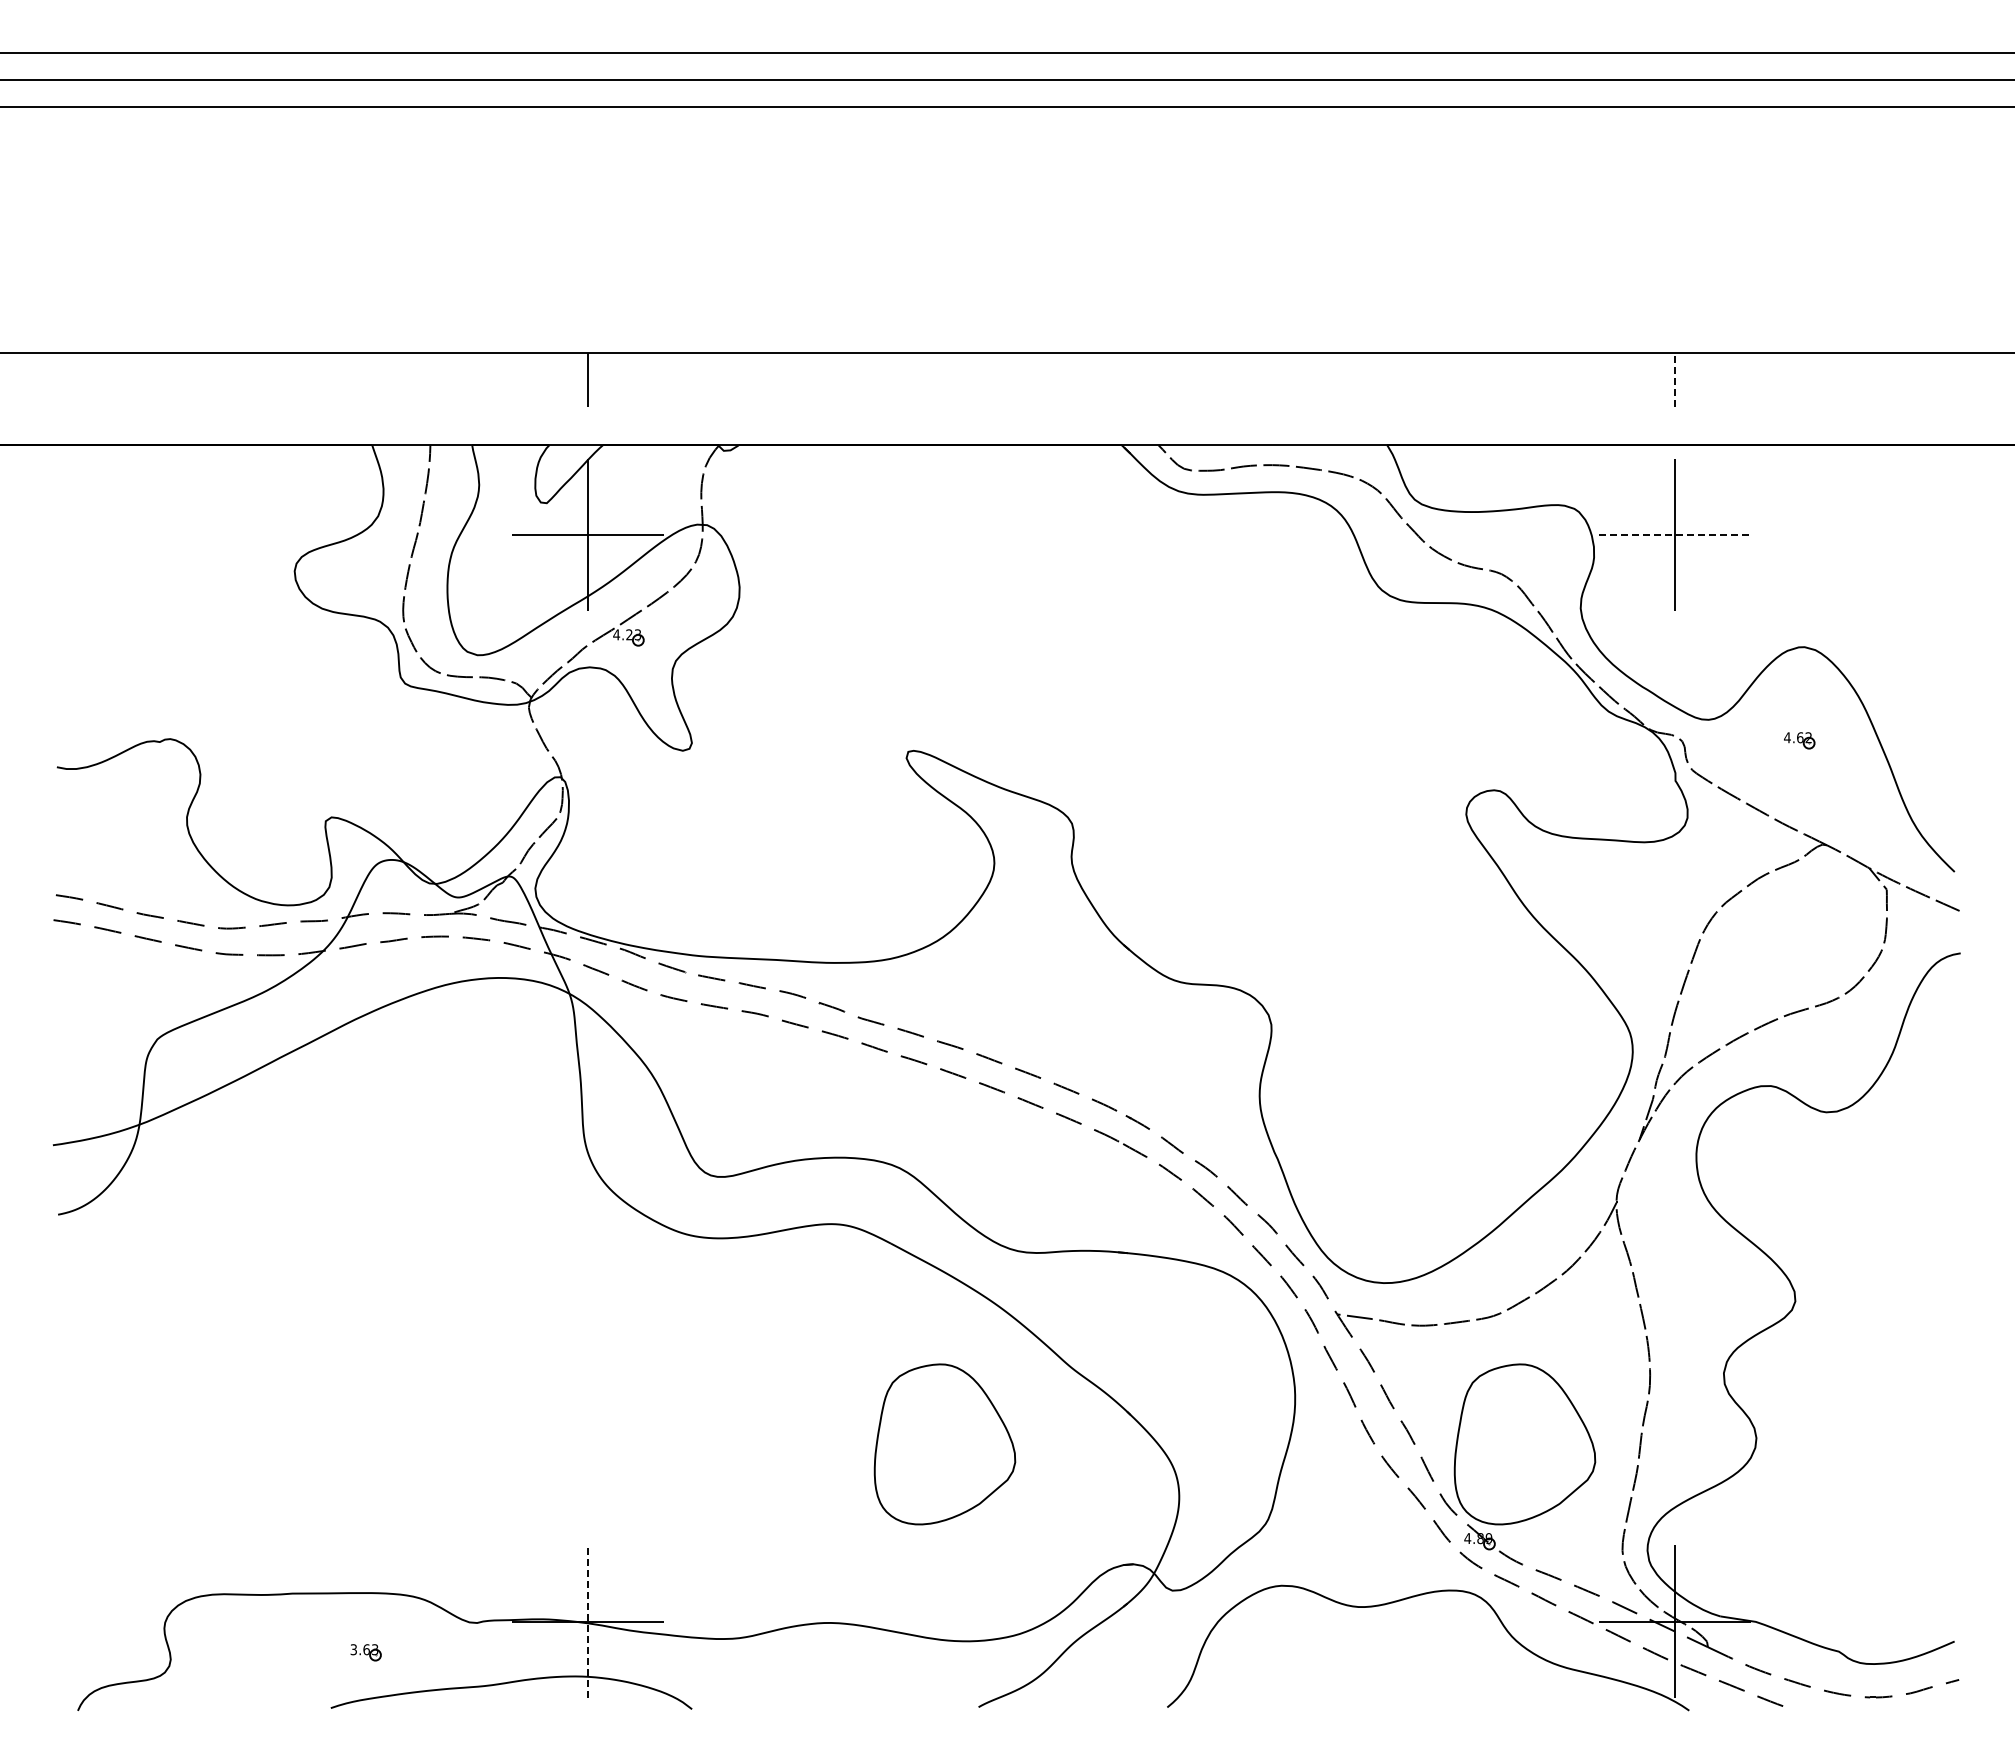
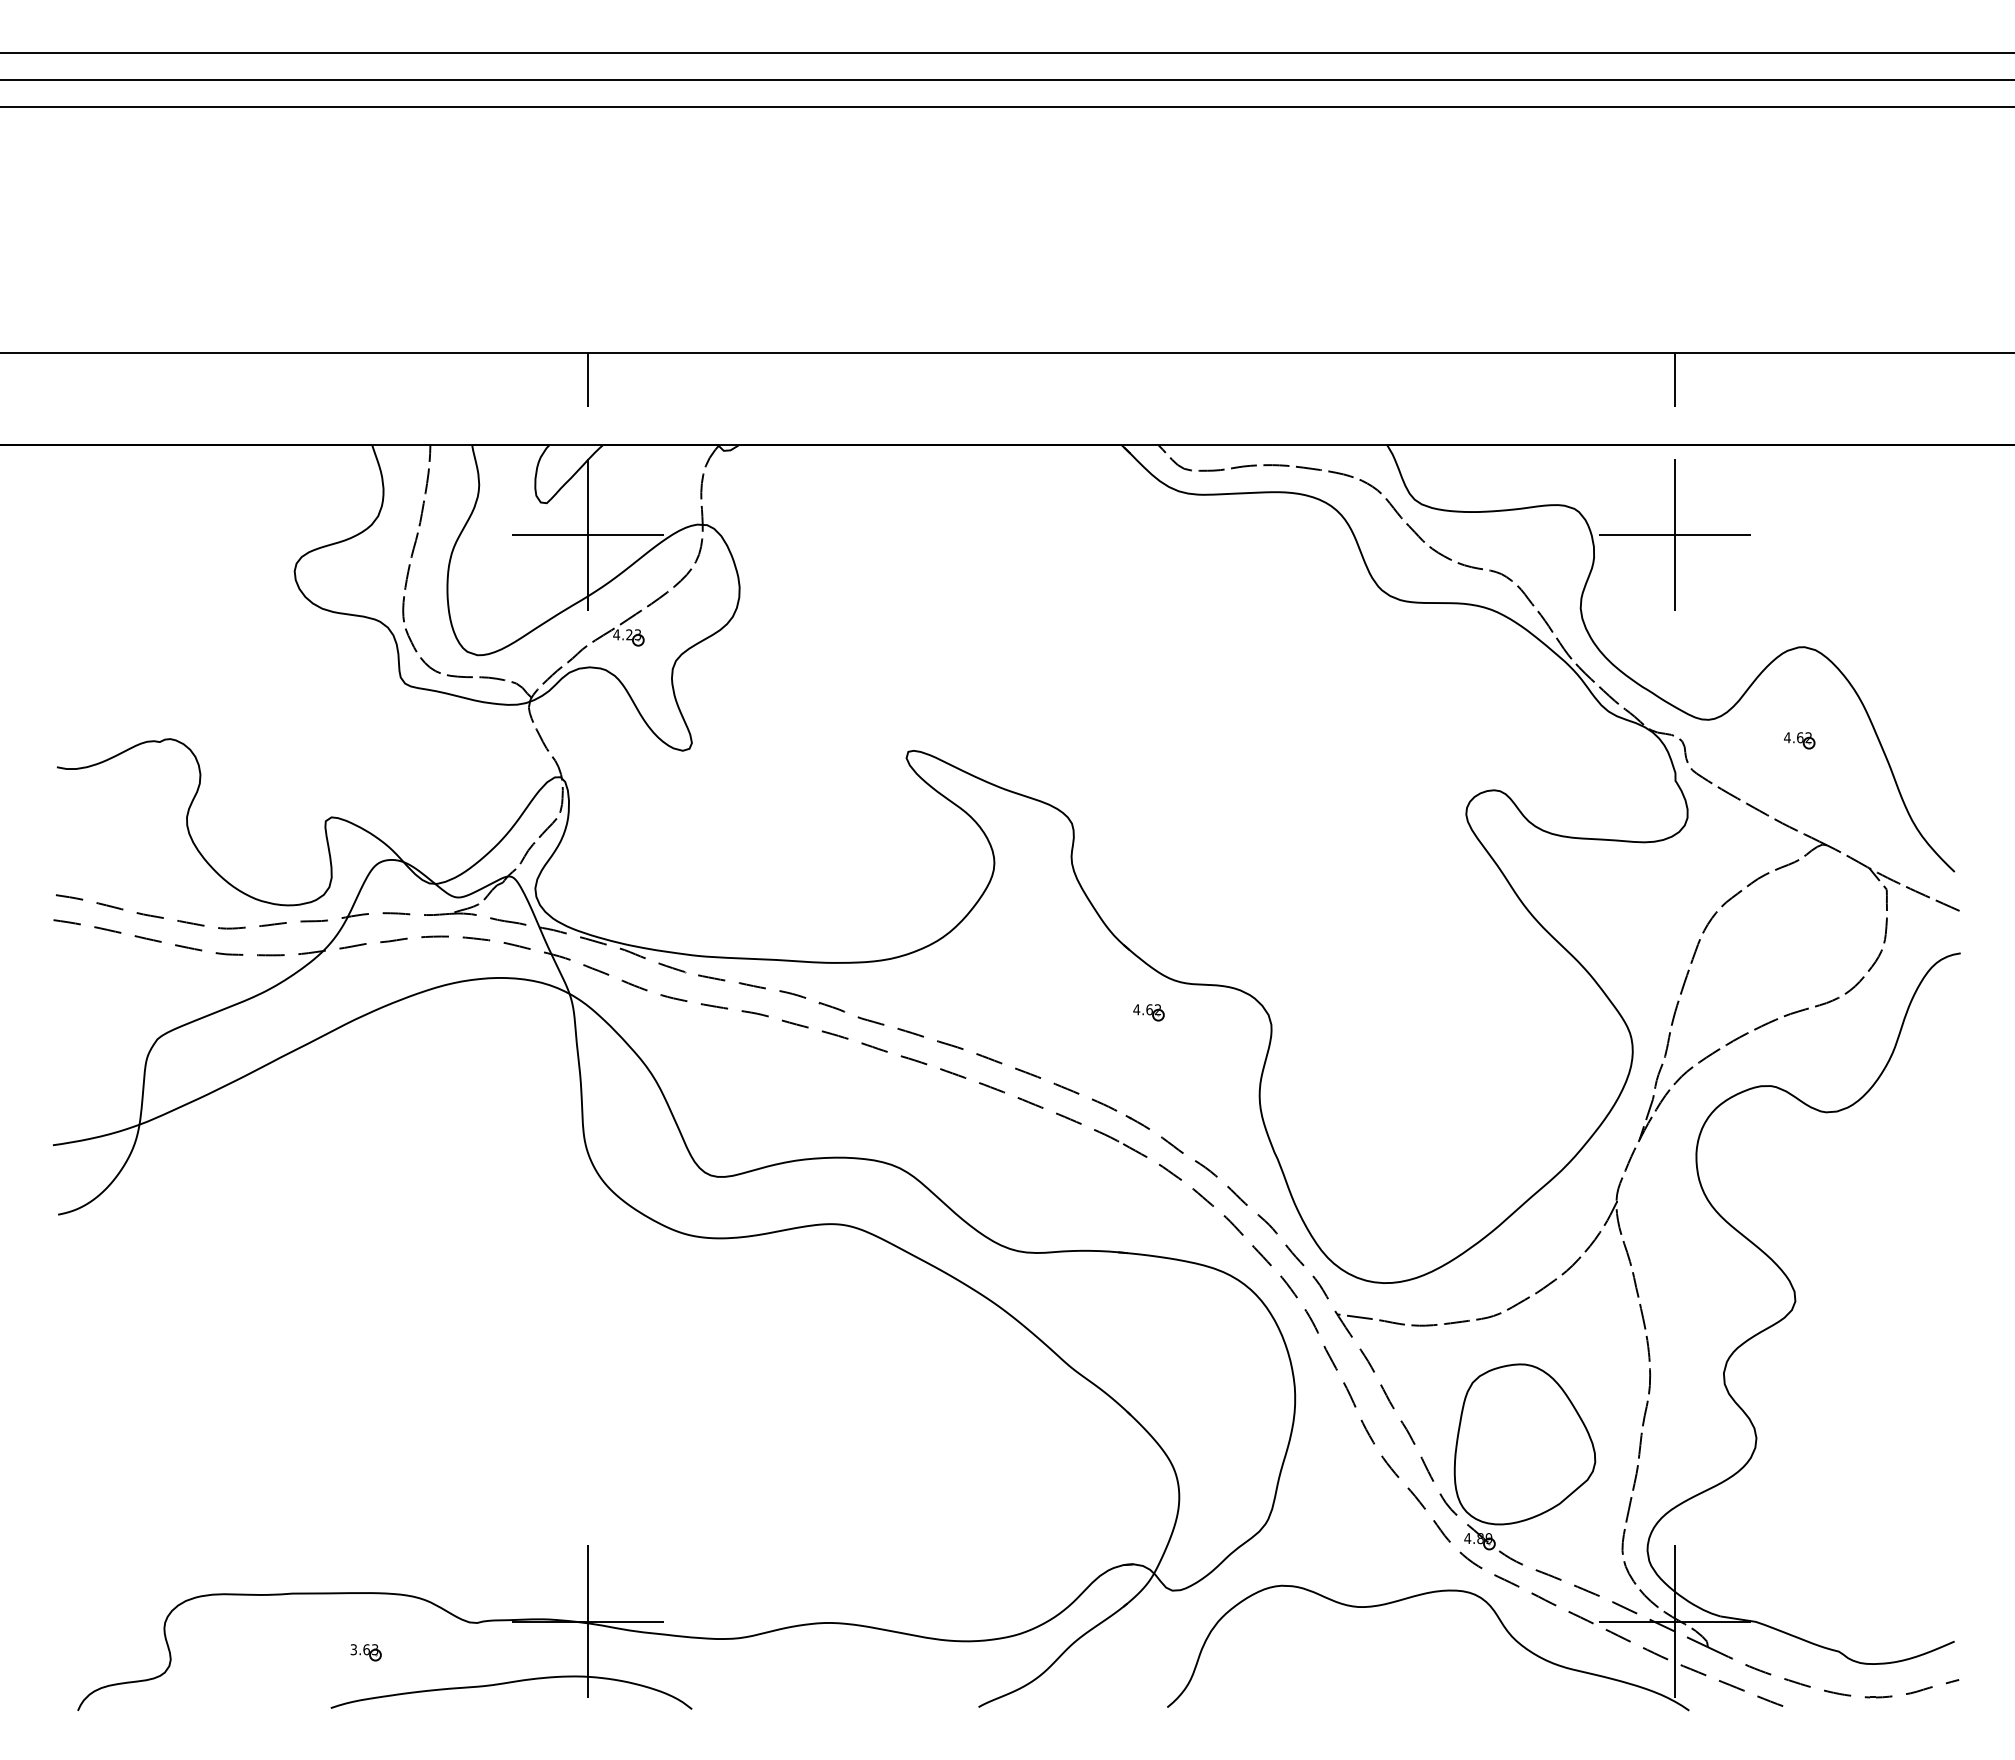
line at (1674, 379): dashed -> solid
line at (1674, 535): dashed -> solid
part at (1148, 1012): none -> present
part at (944, 1444): present -> none
line at (588, 1621): dashed -> solid
